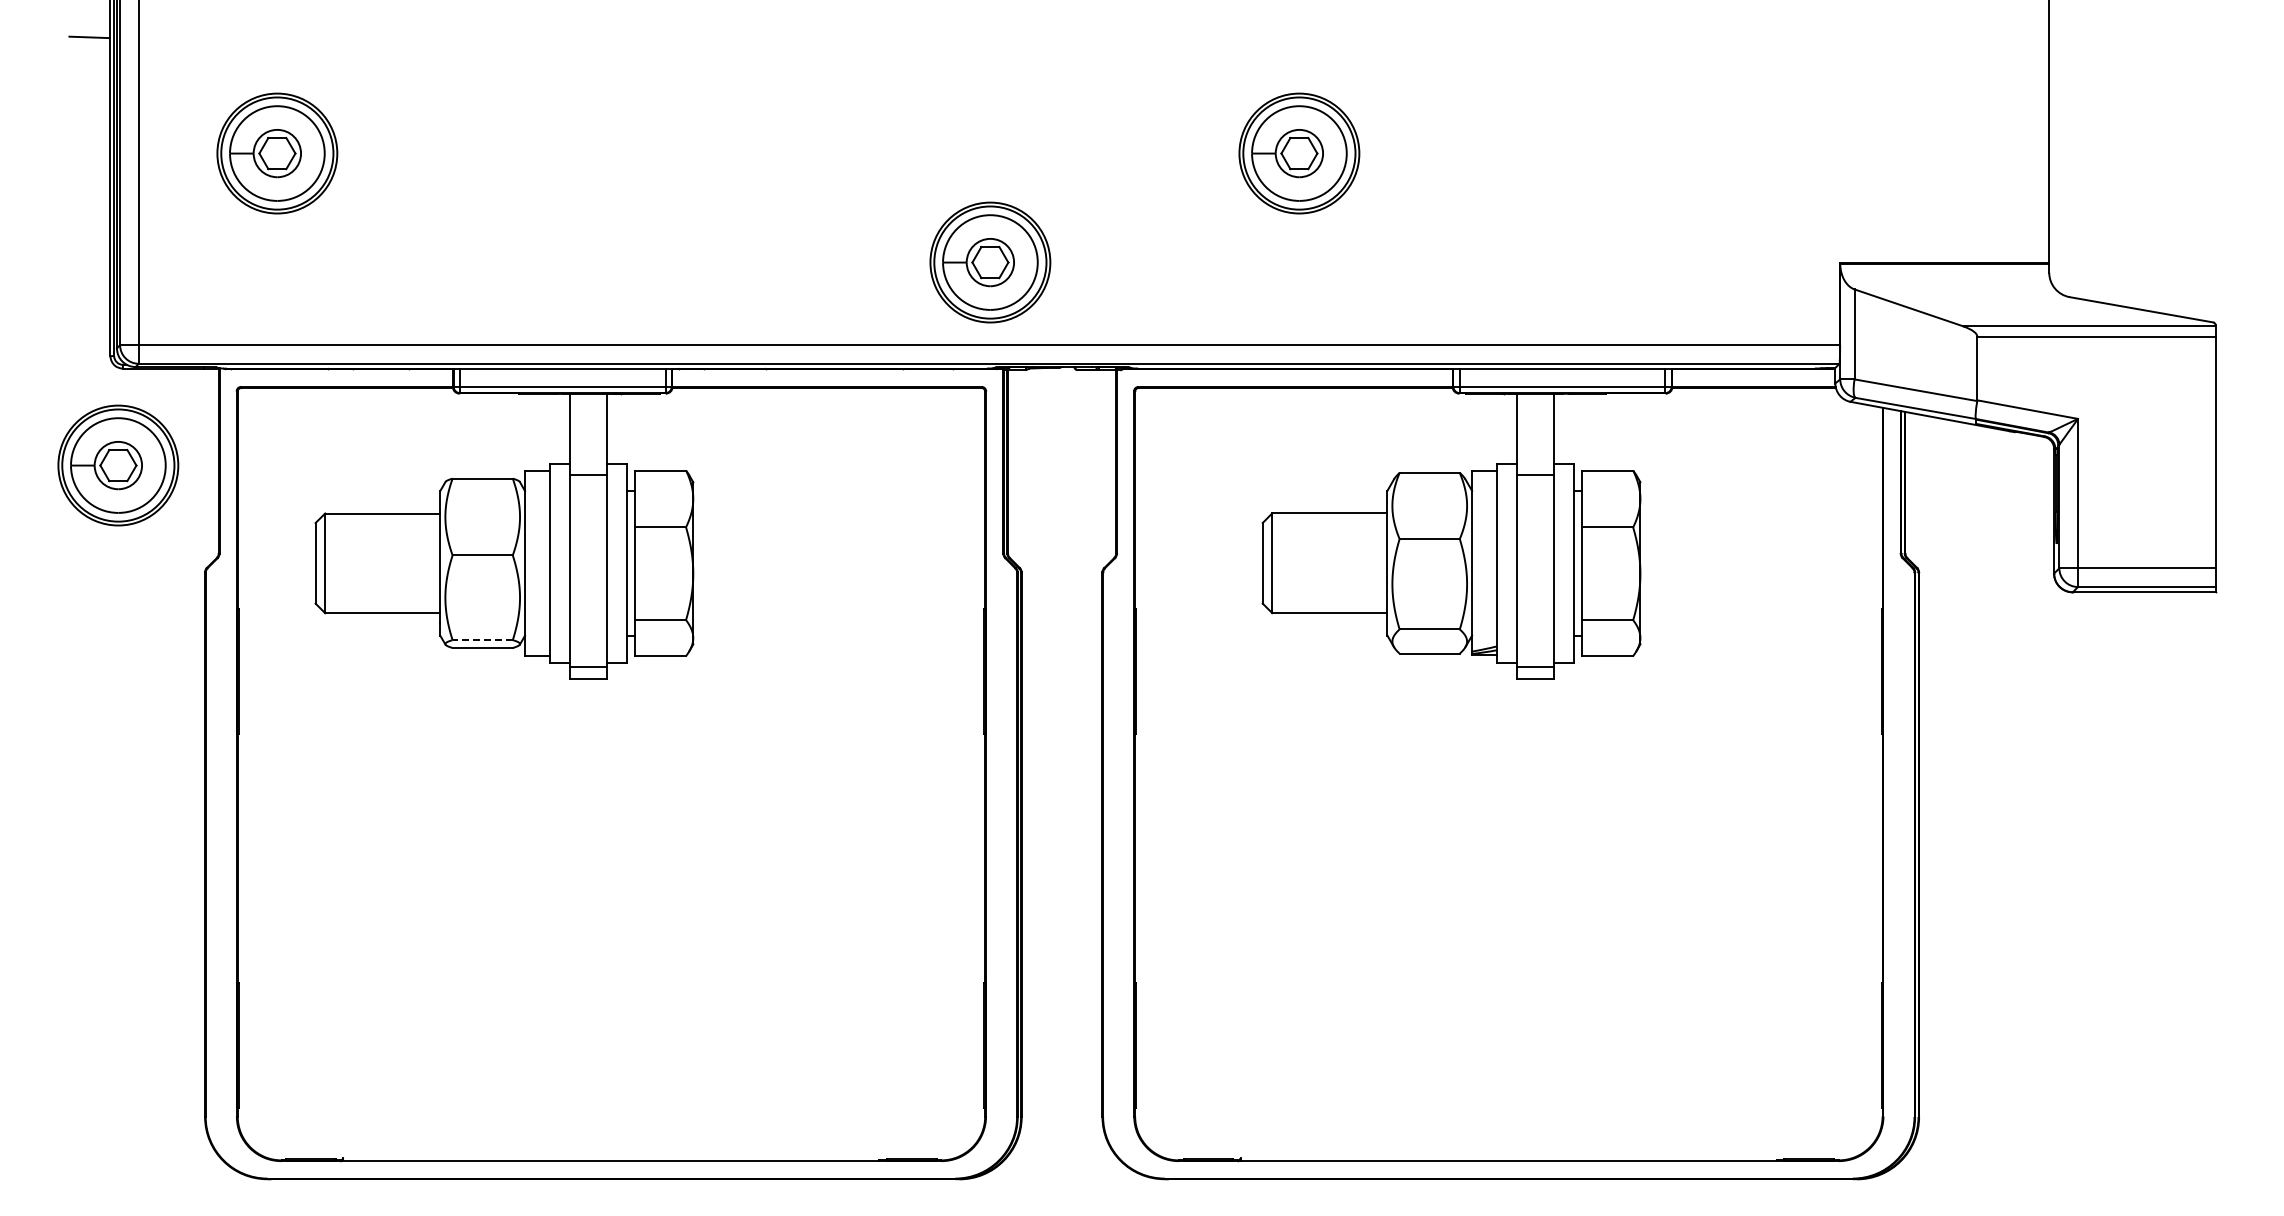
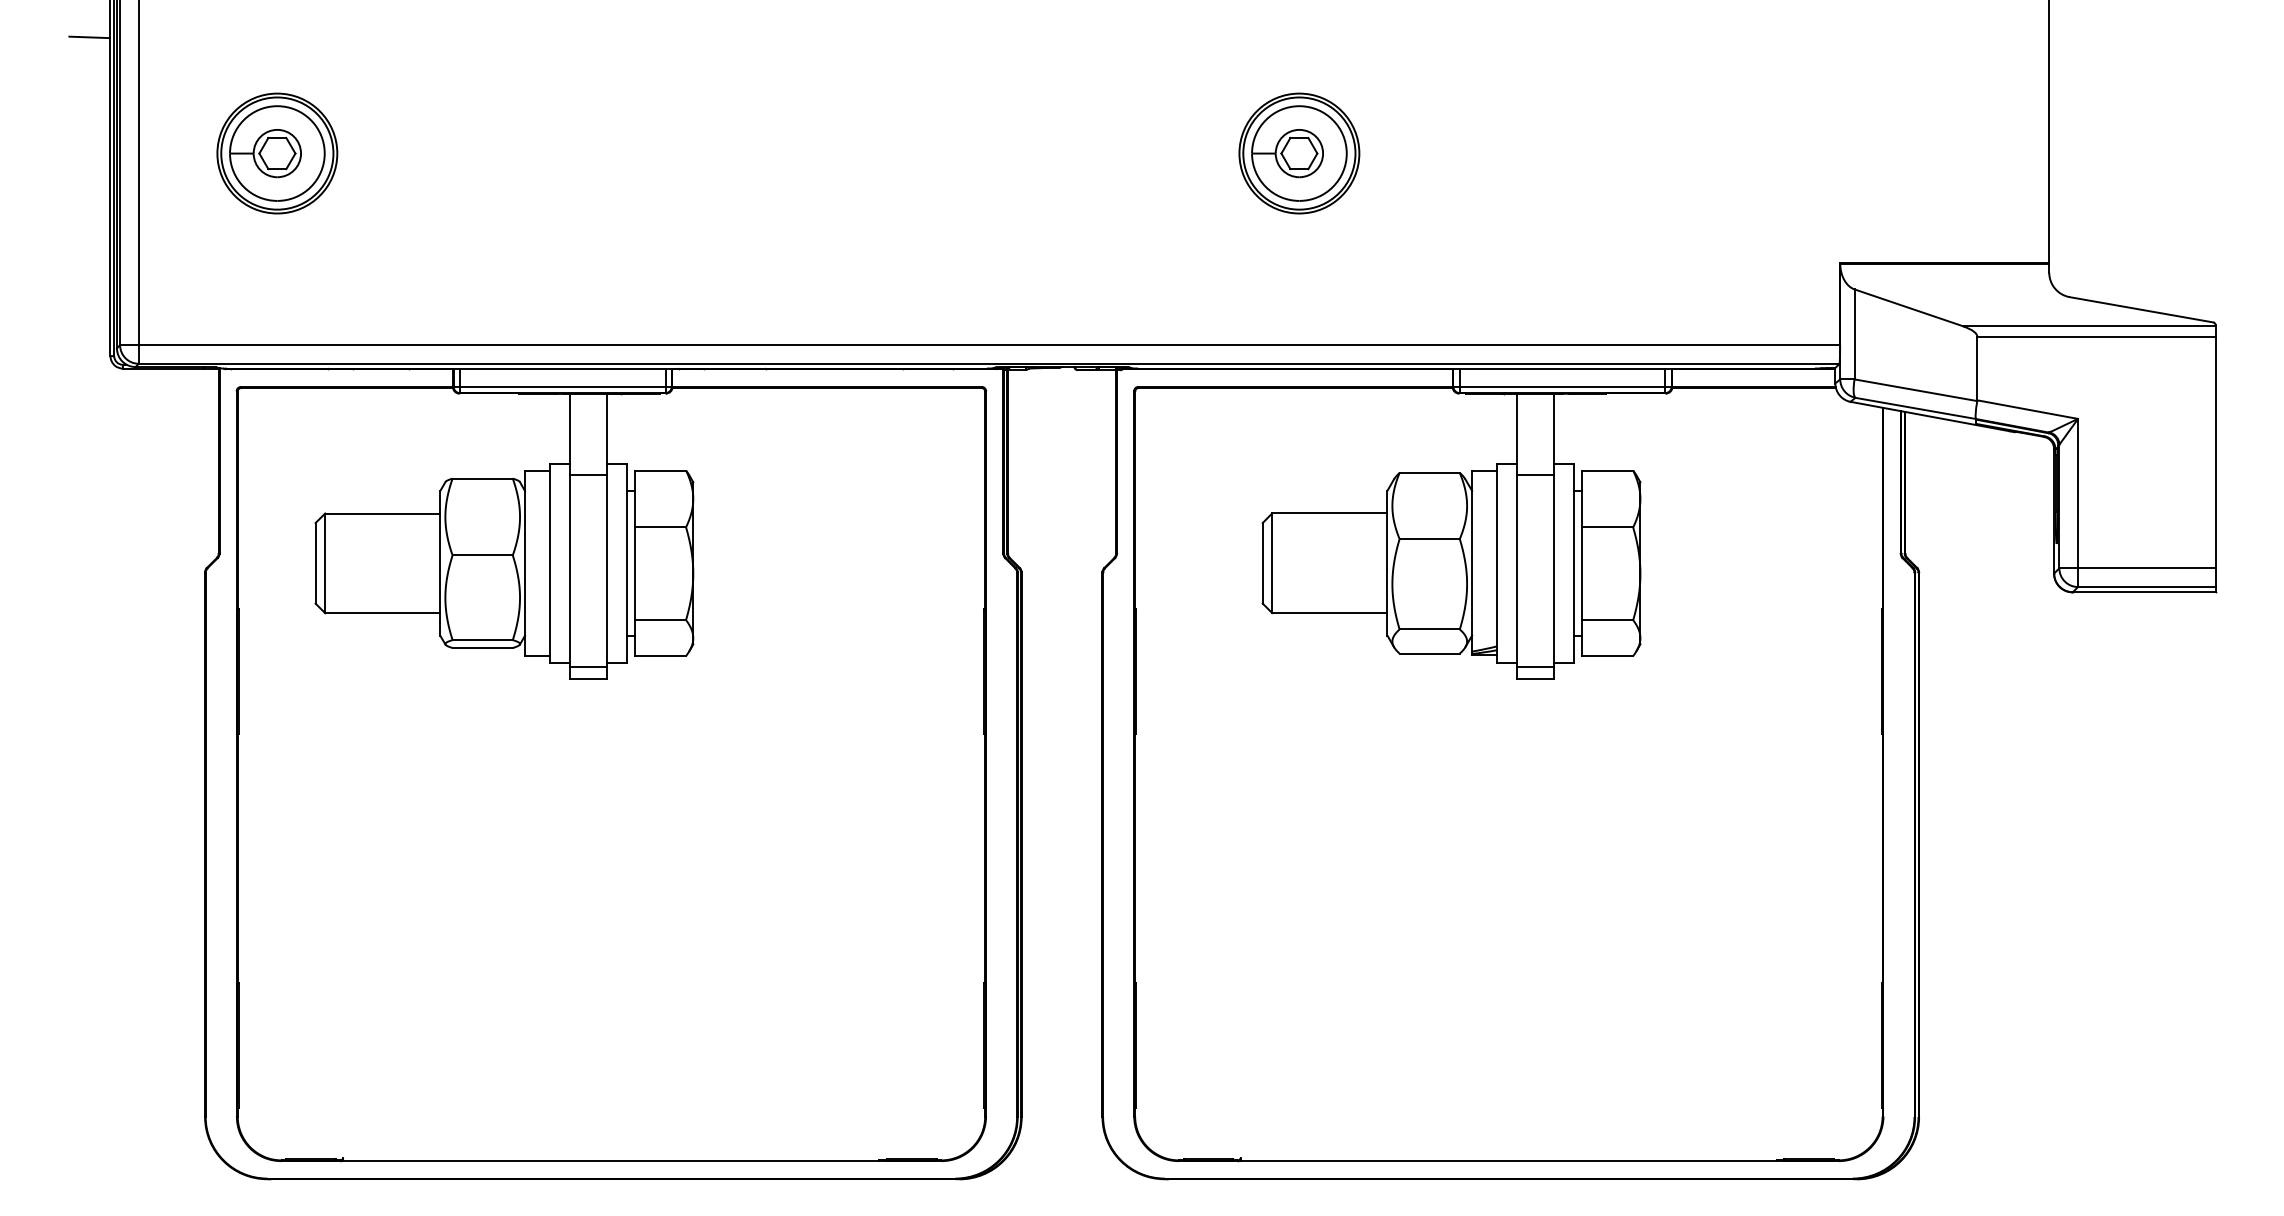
part at (990, 262): present -> none
part at (118, 465): present -> none
line at (482, 640): dashed -> solid
